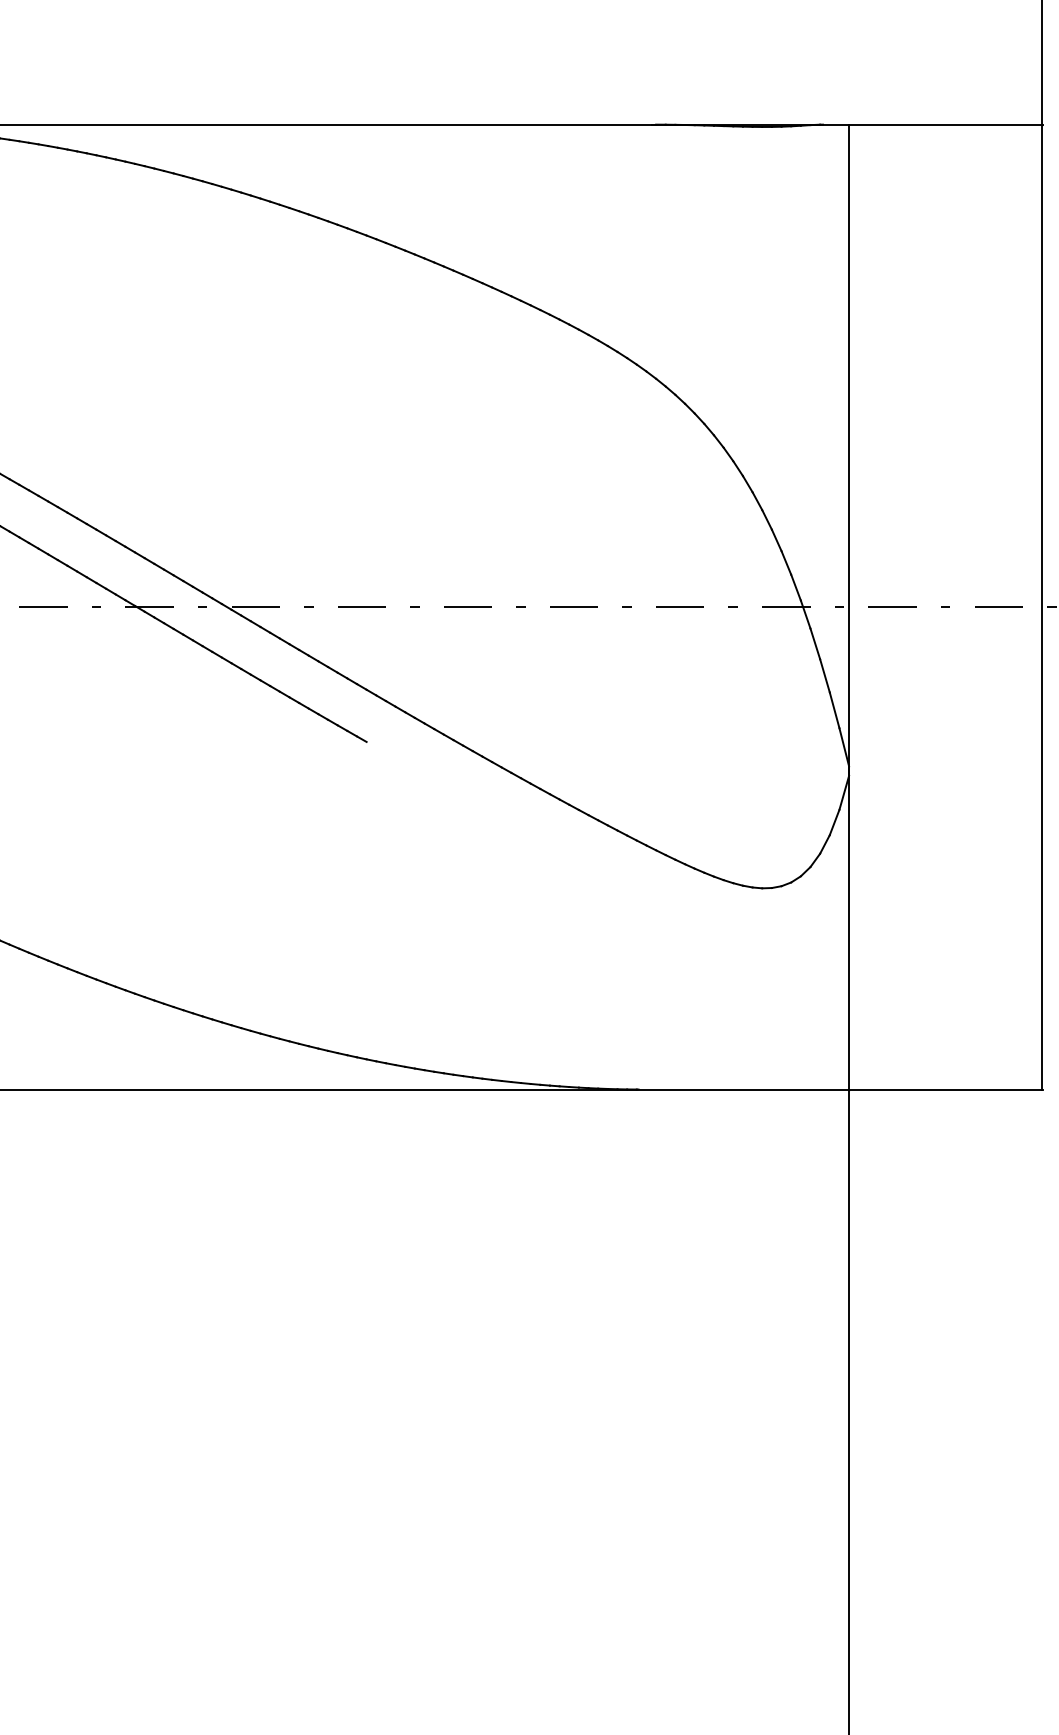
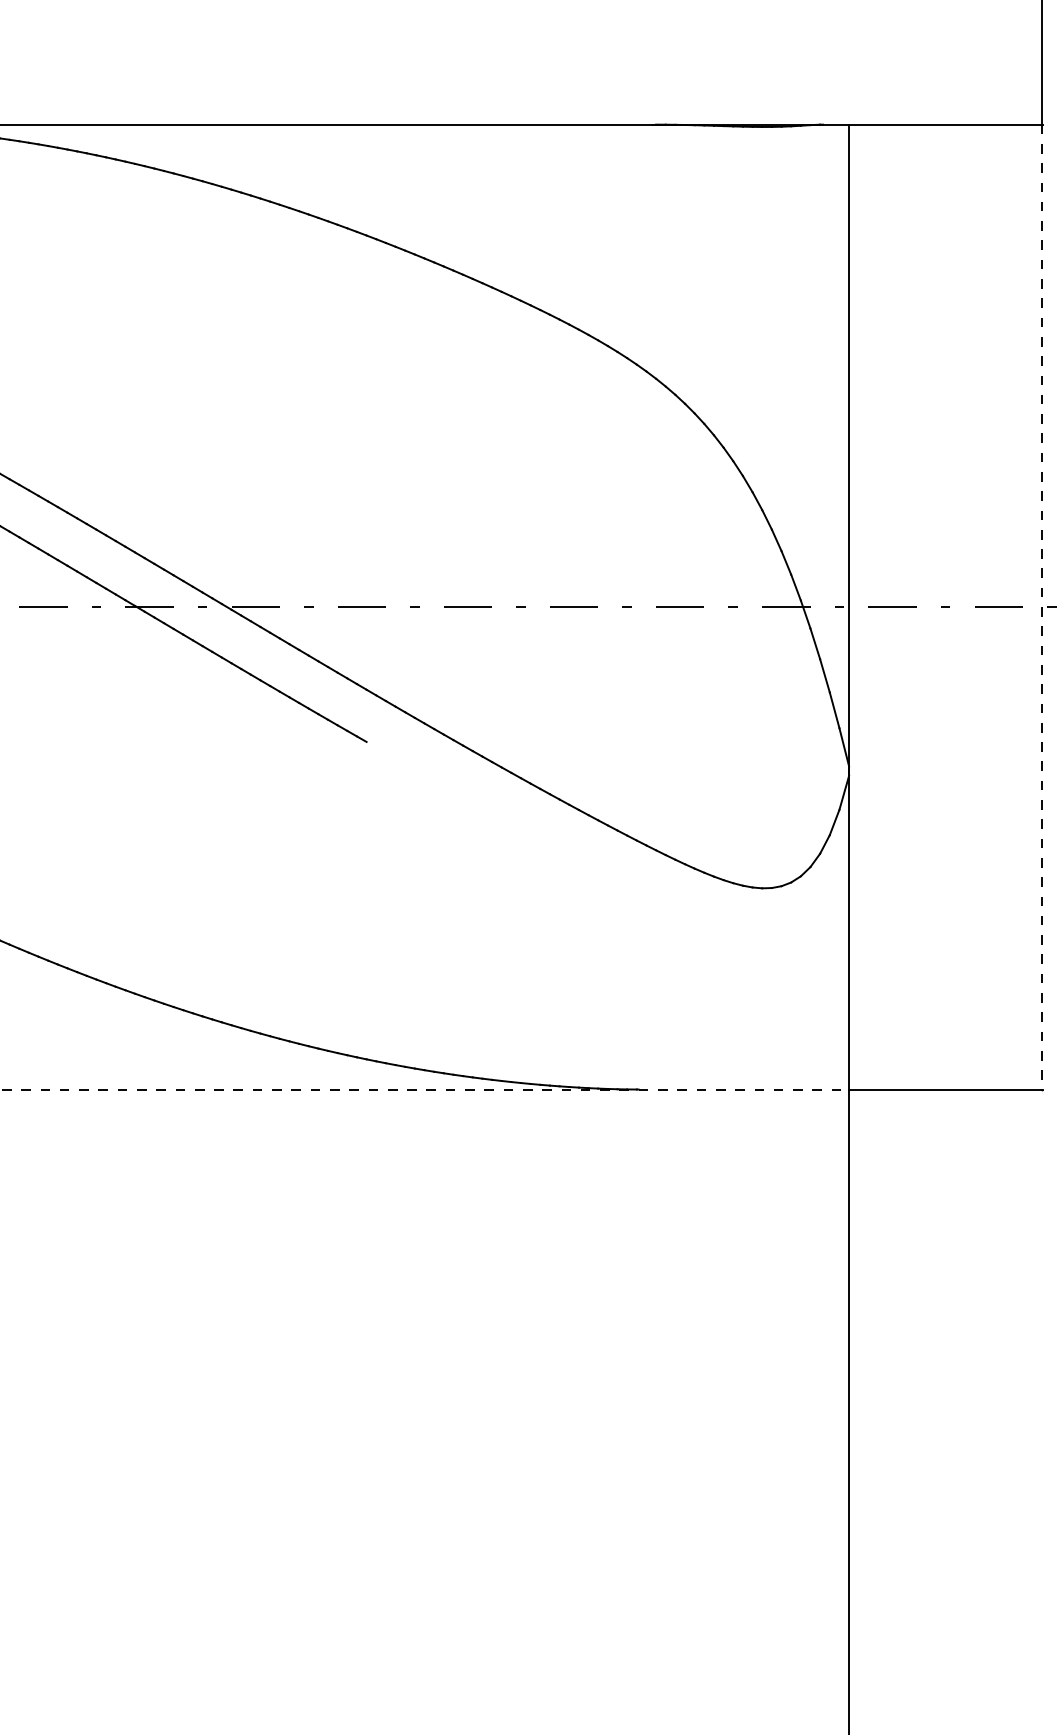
line at (1042, 607): solid -> dashed
line at (425, 1089): solid -> dashed
